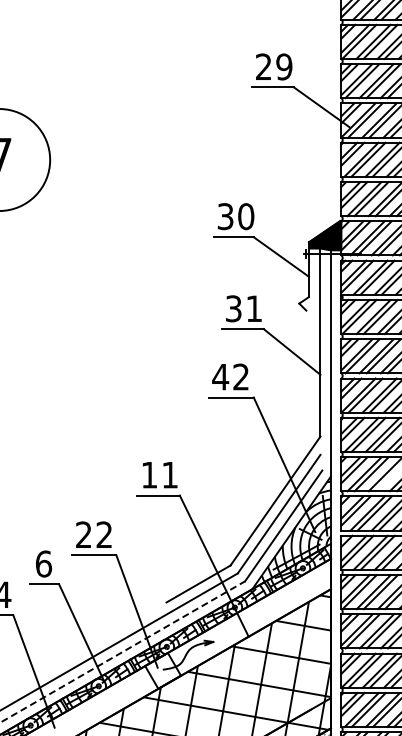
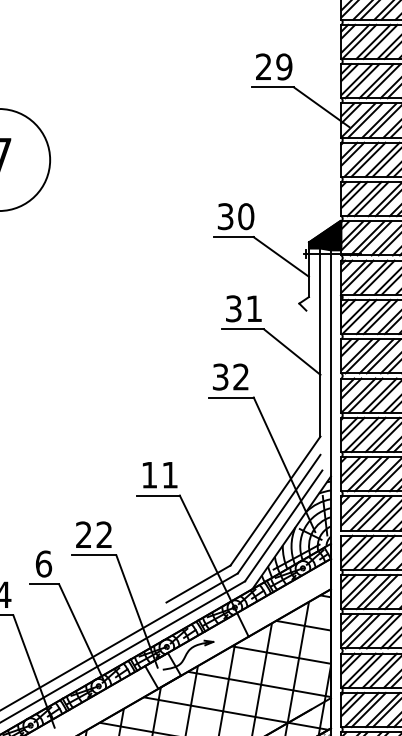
text at (220, 376): 42 -> 32
line at (386, 479): none -> present
line at (123, 651): dashed -> solid
